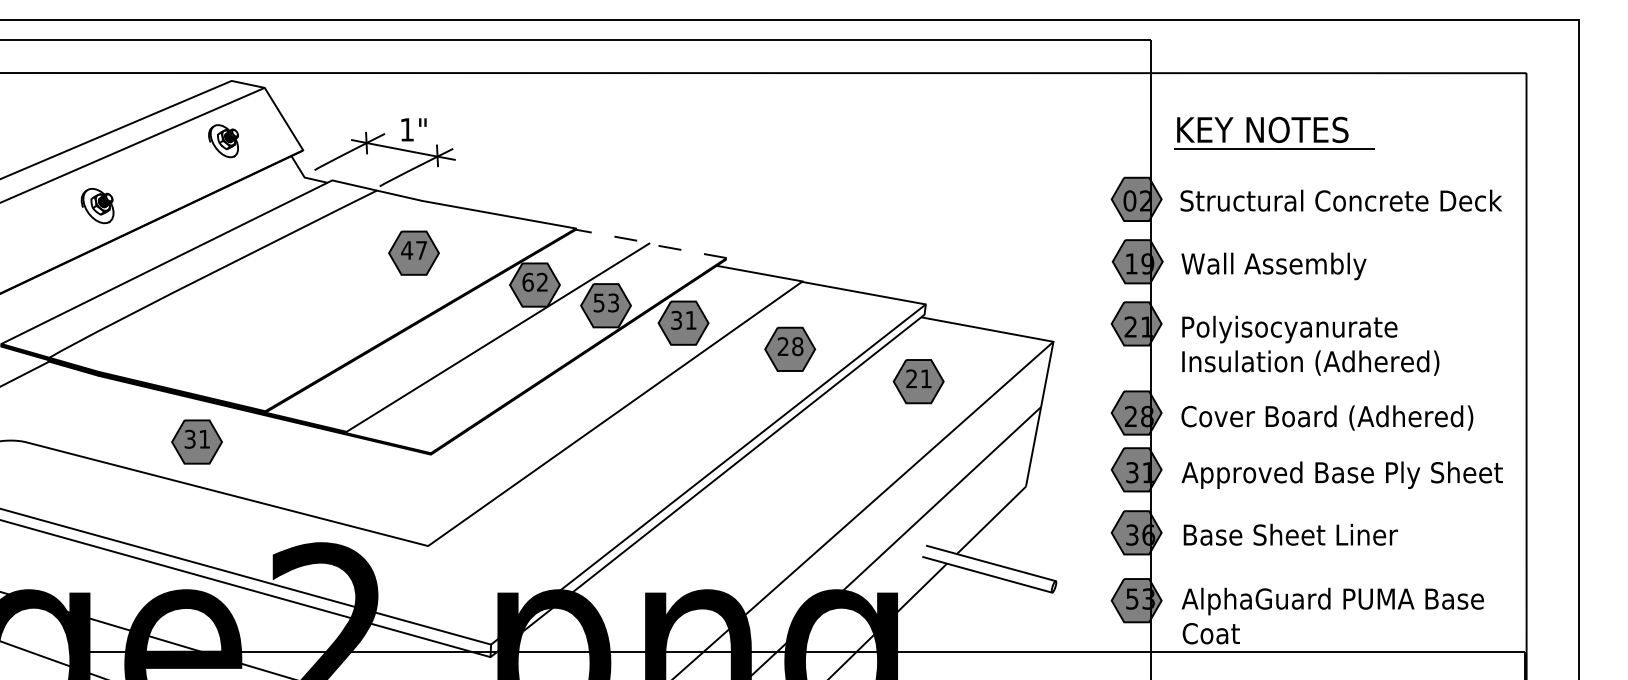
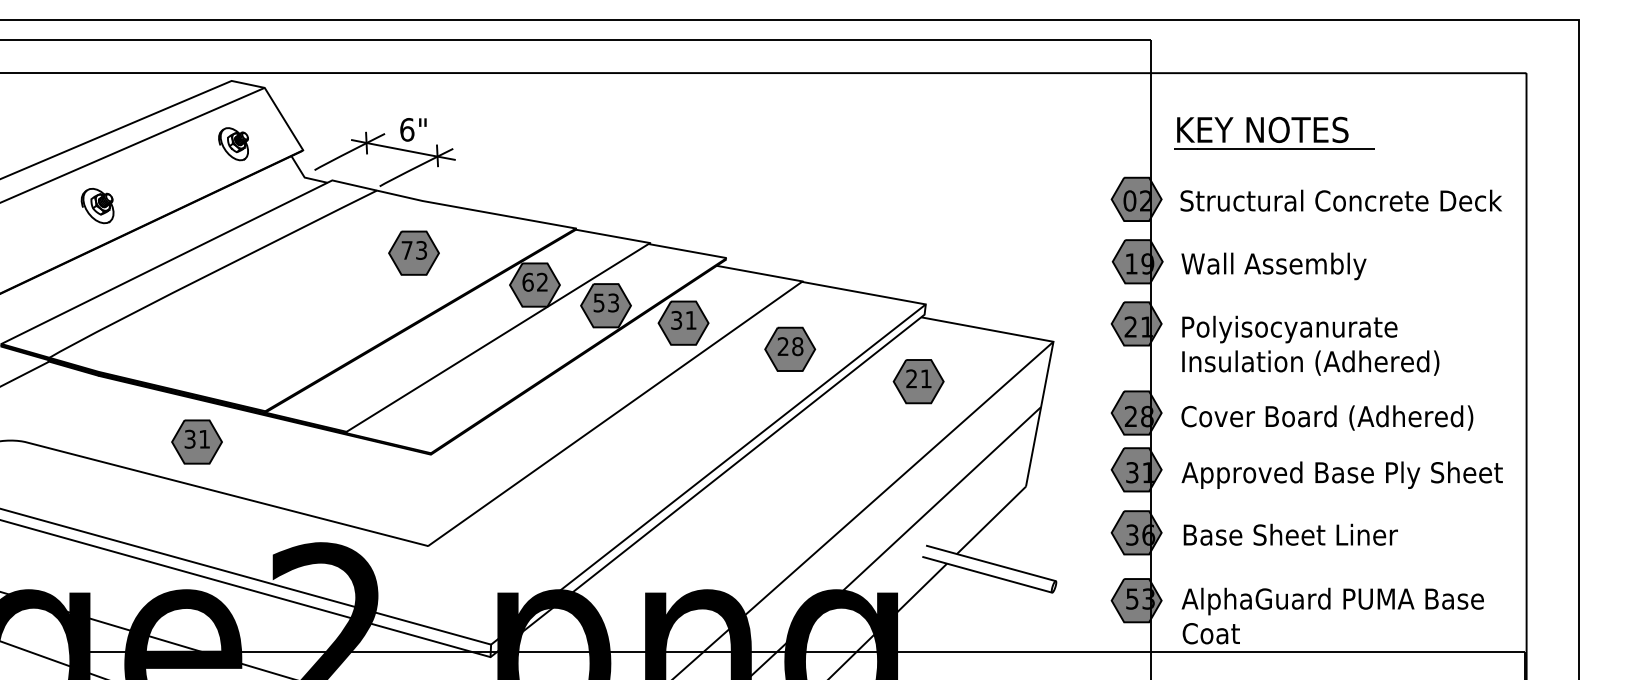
text at (407, 129): 1" -> 6"
part at (223, 141) position: (223, 141) -> (233, 144)
line at (650, 244): dashed -> solid
text at (413, 250): 47 -> 73
